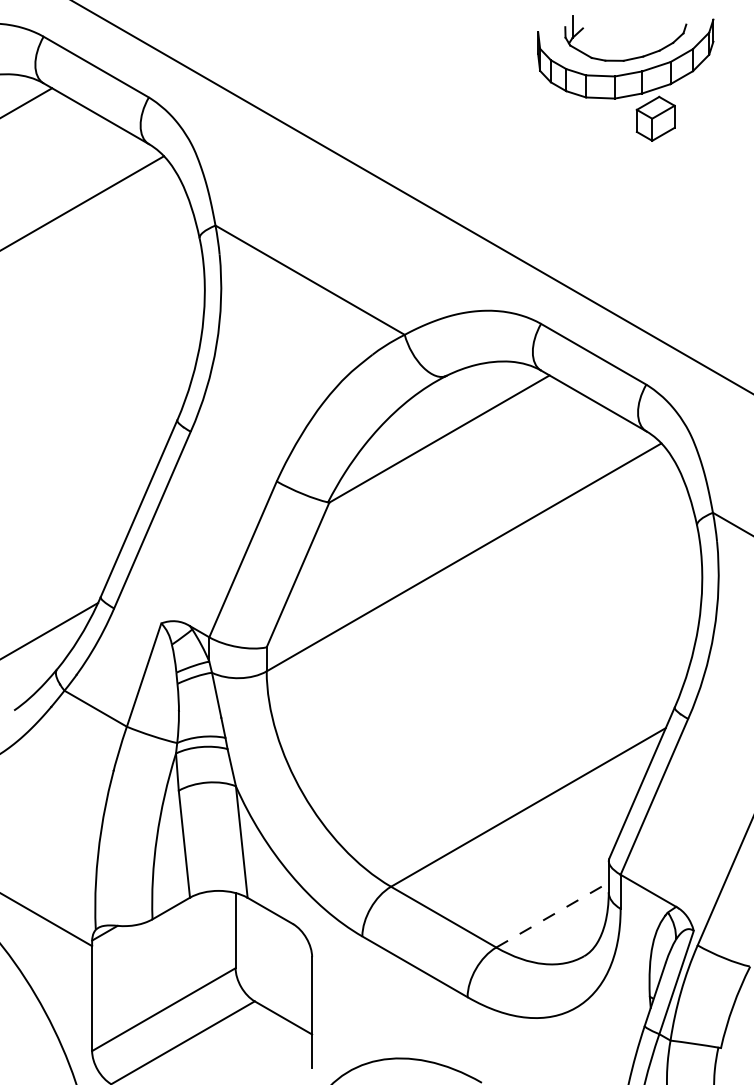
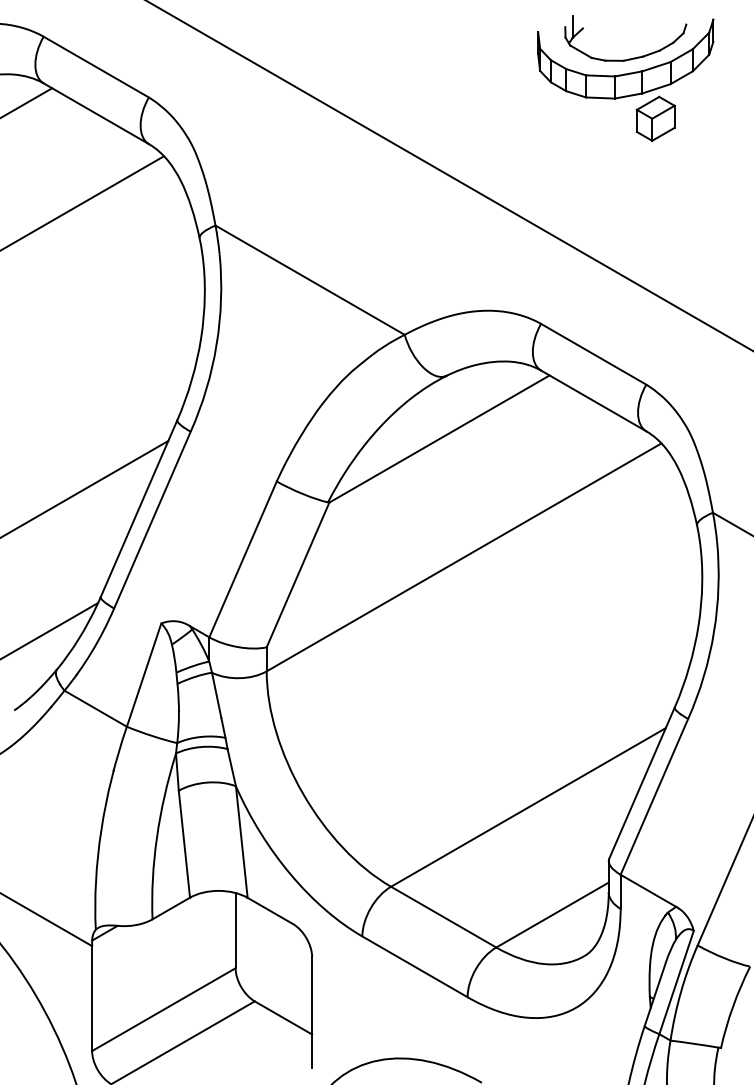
line at (412, 197) position: (412, 197) -> (449, 175)
line at (85, 488): none -> present
line at (552, 915): dashed -> solid
